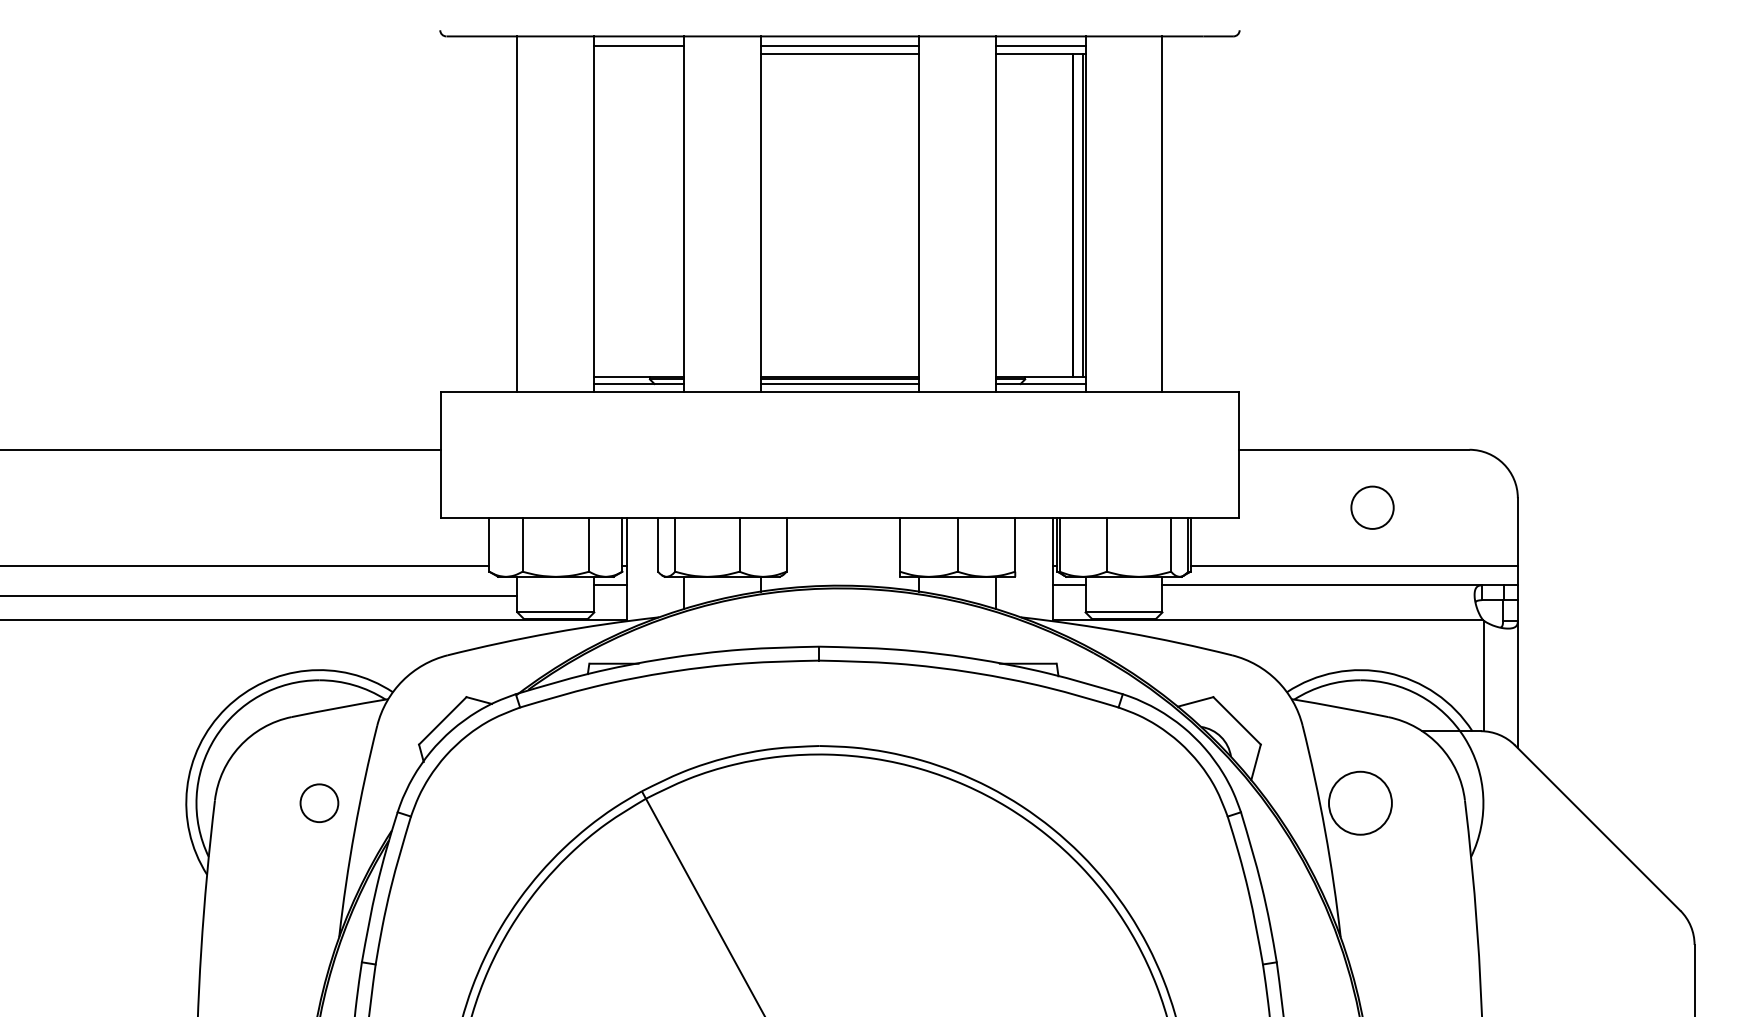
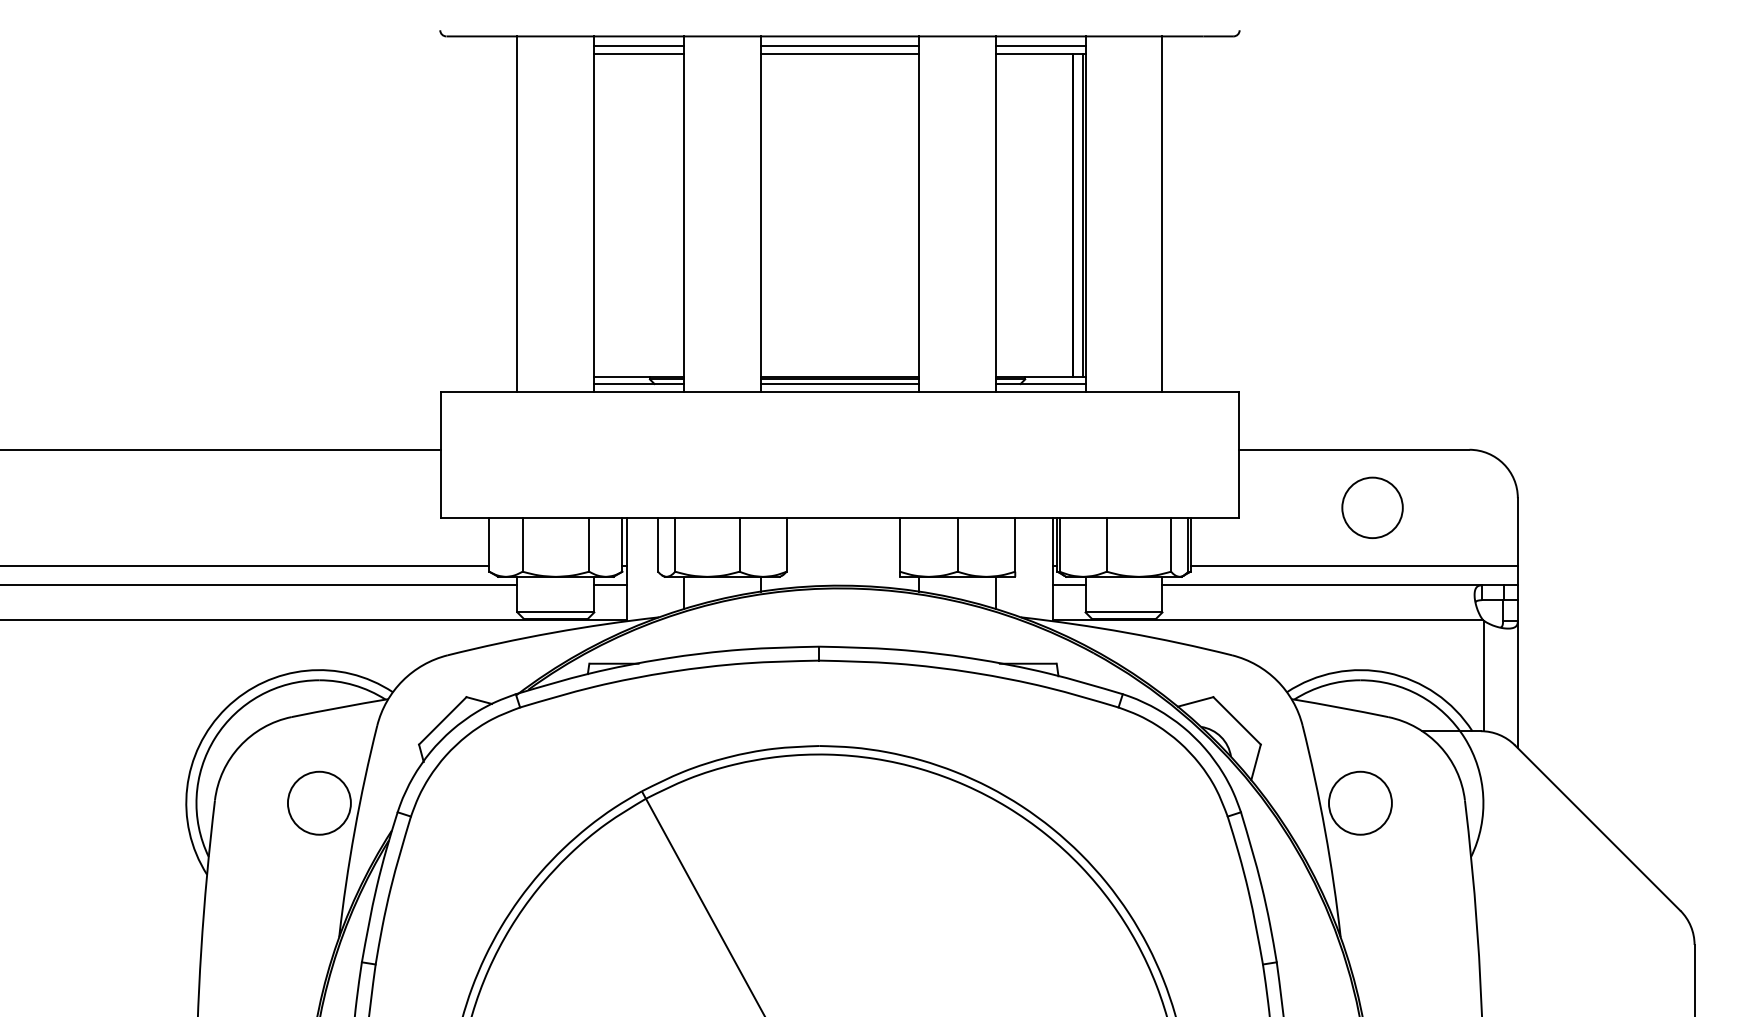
line at (638, 53): none -> present
circle at (1372, 507) size: 45x45 px -> 63x63 px
line at (259, 596) position: (259, 596) -> (259, 585)
circle at (319, 803) diameter: 38 px -> 63 px
